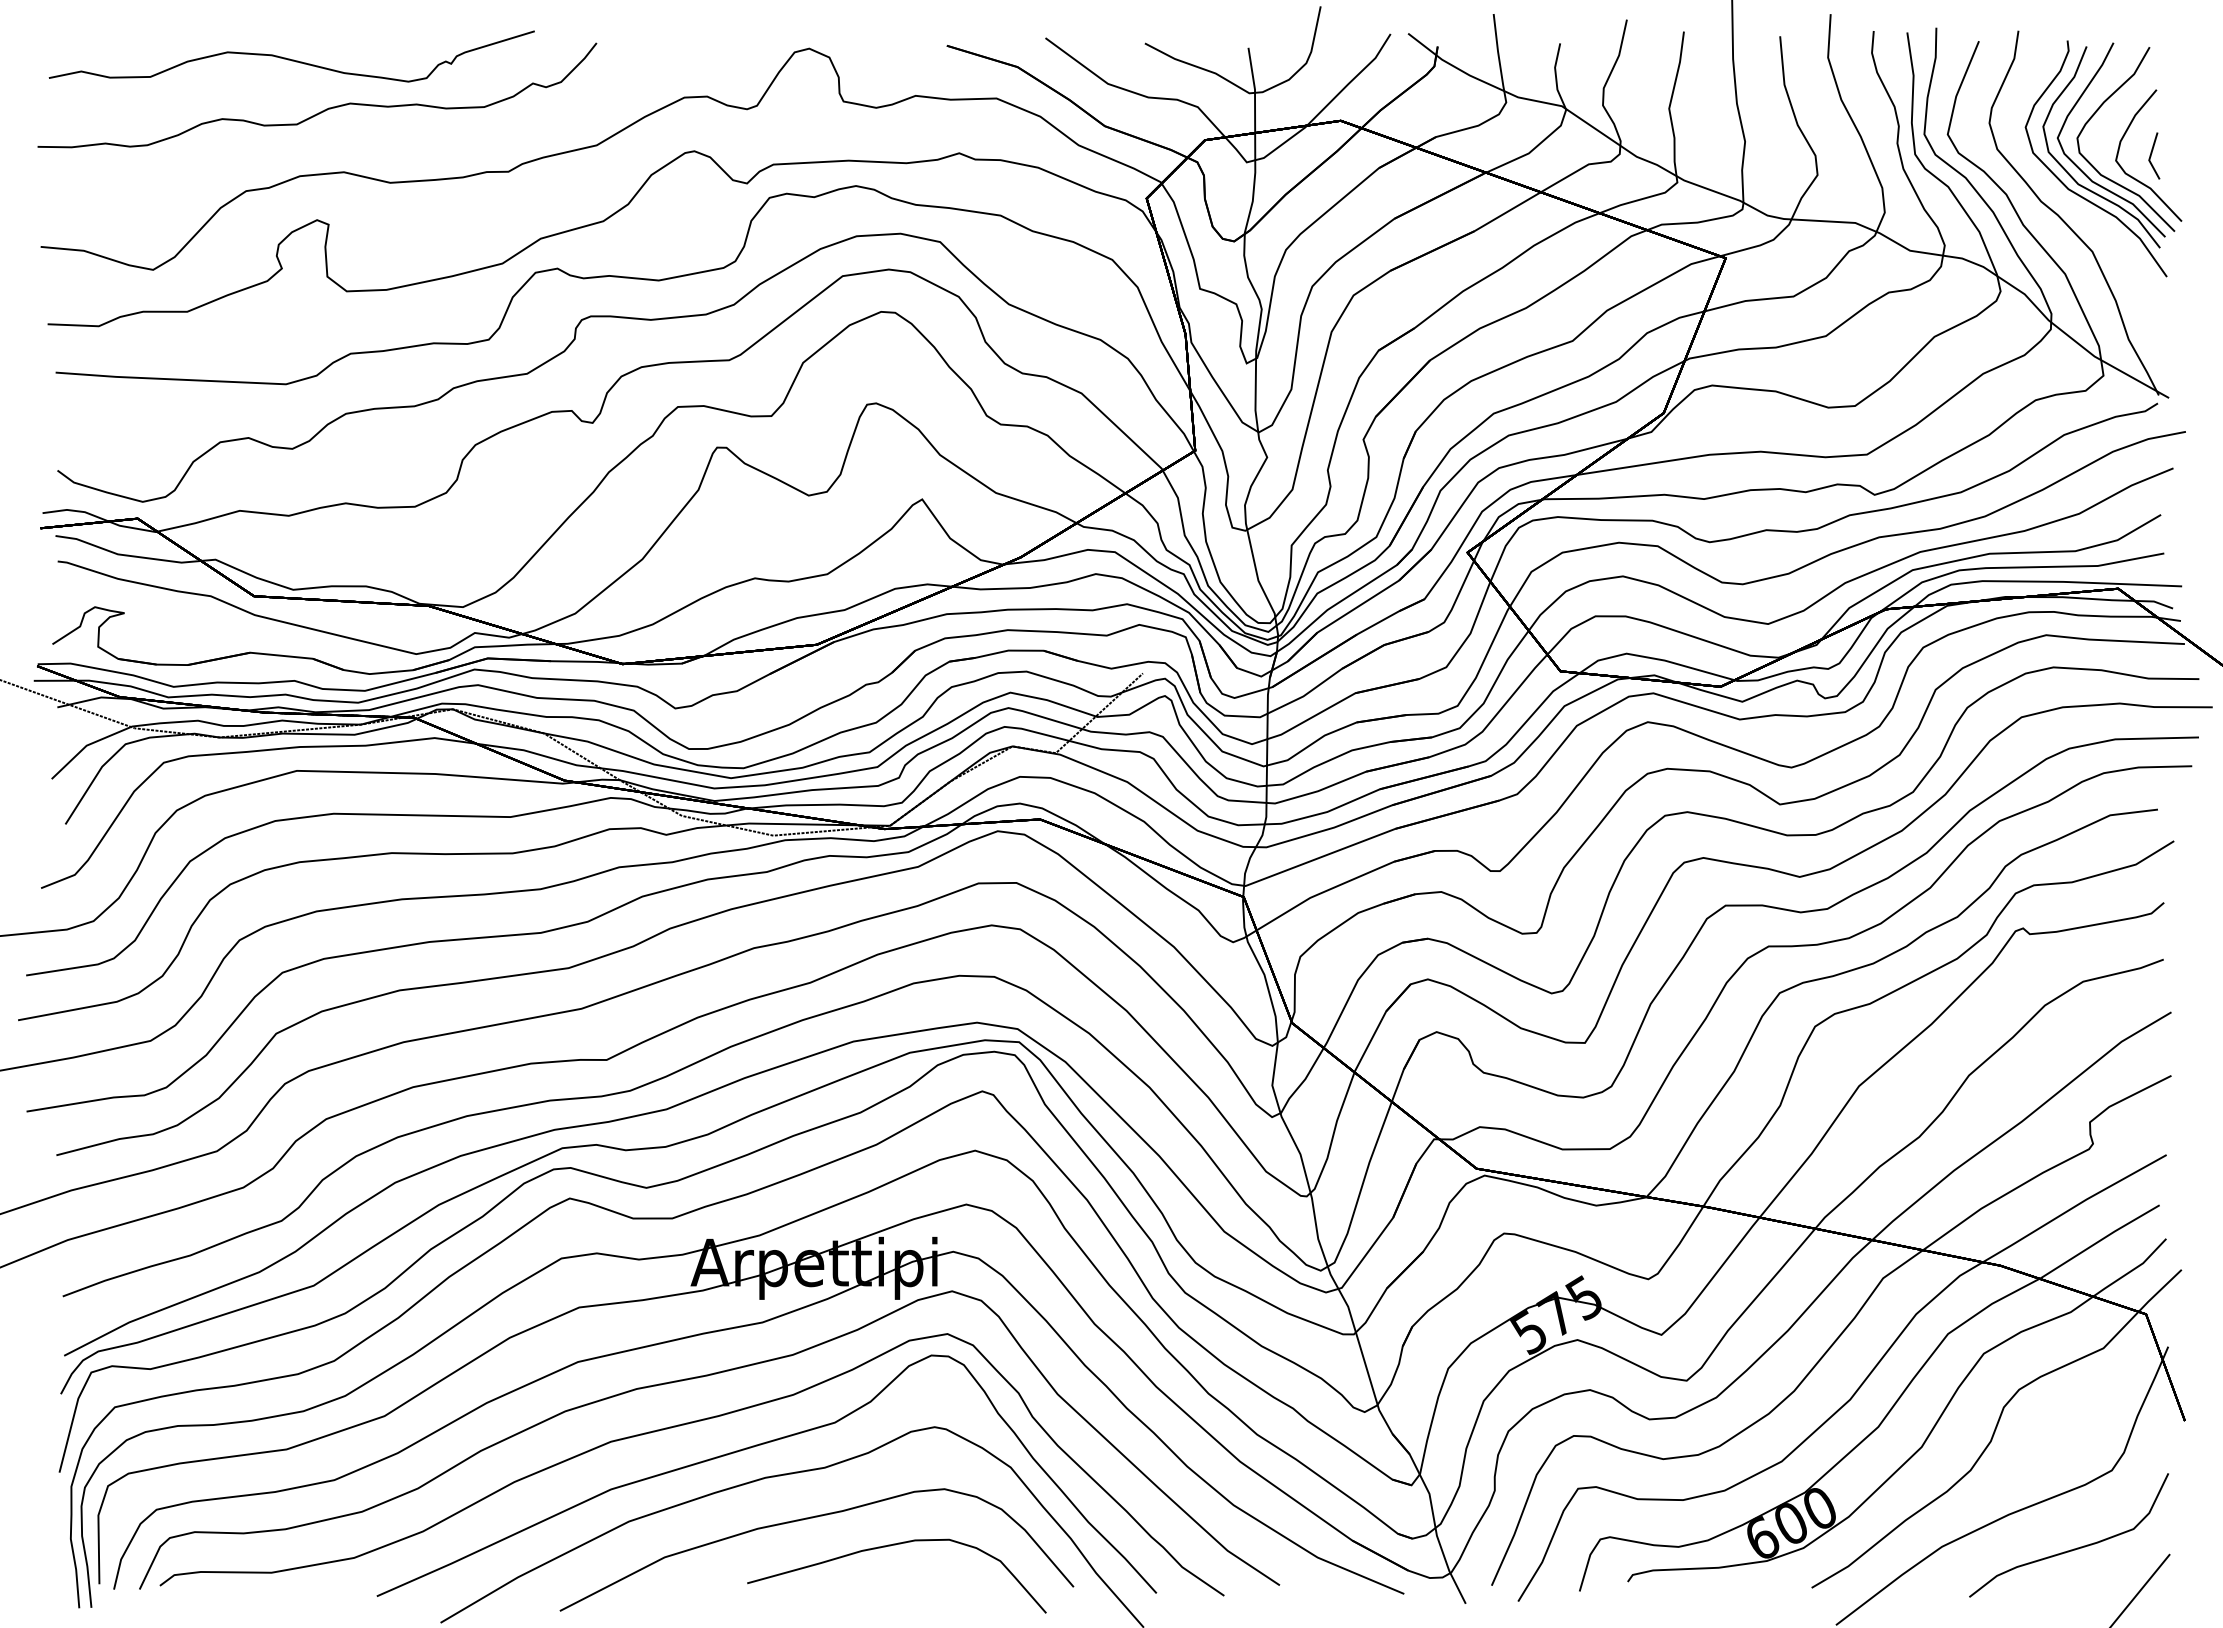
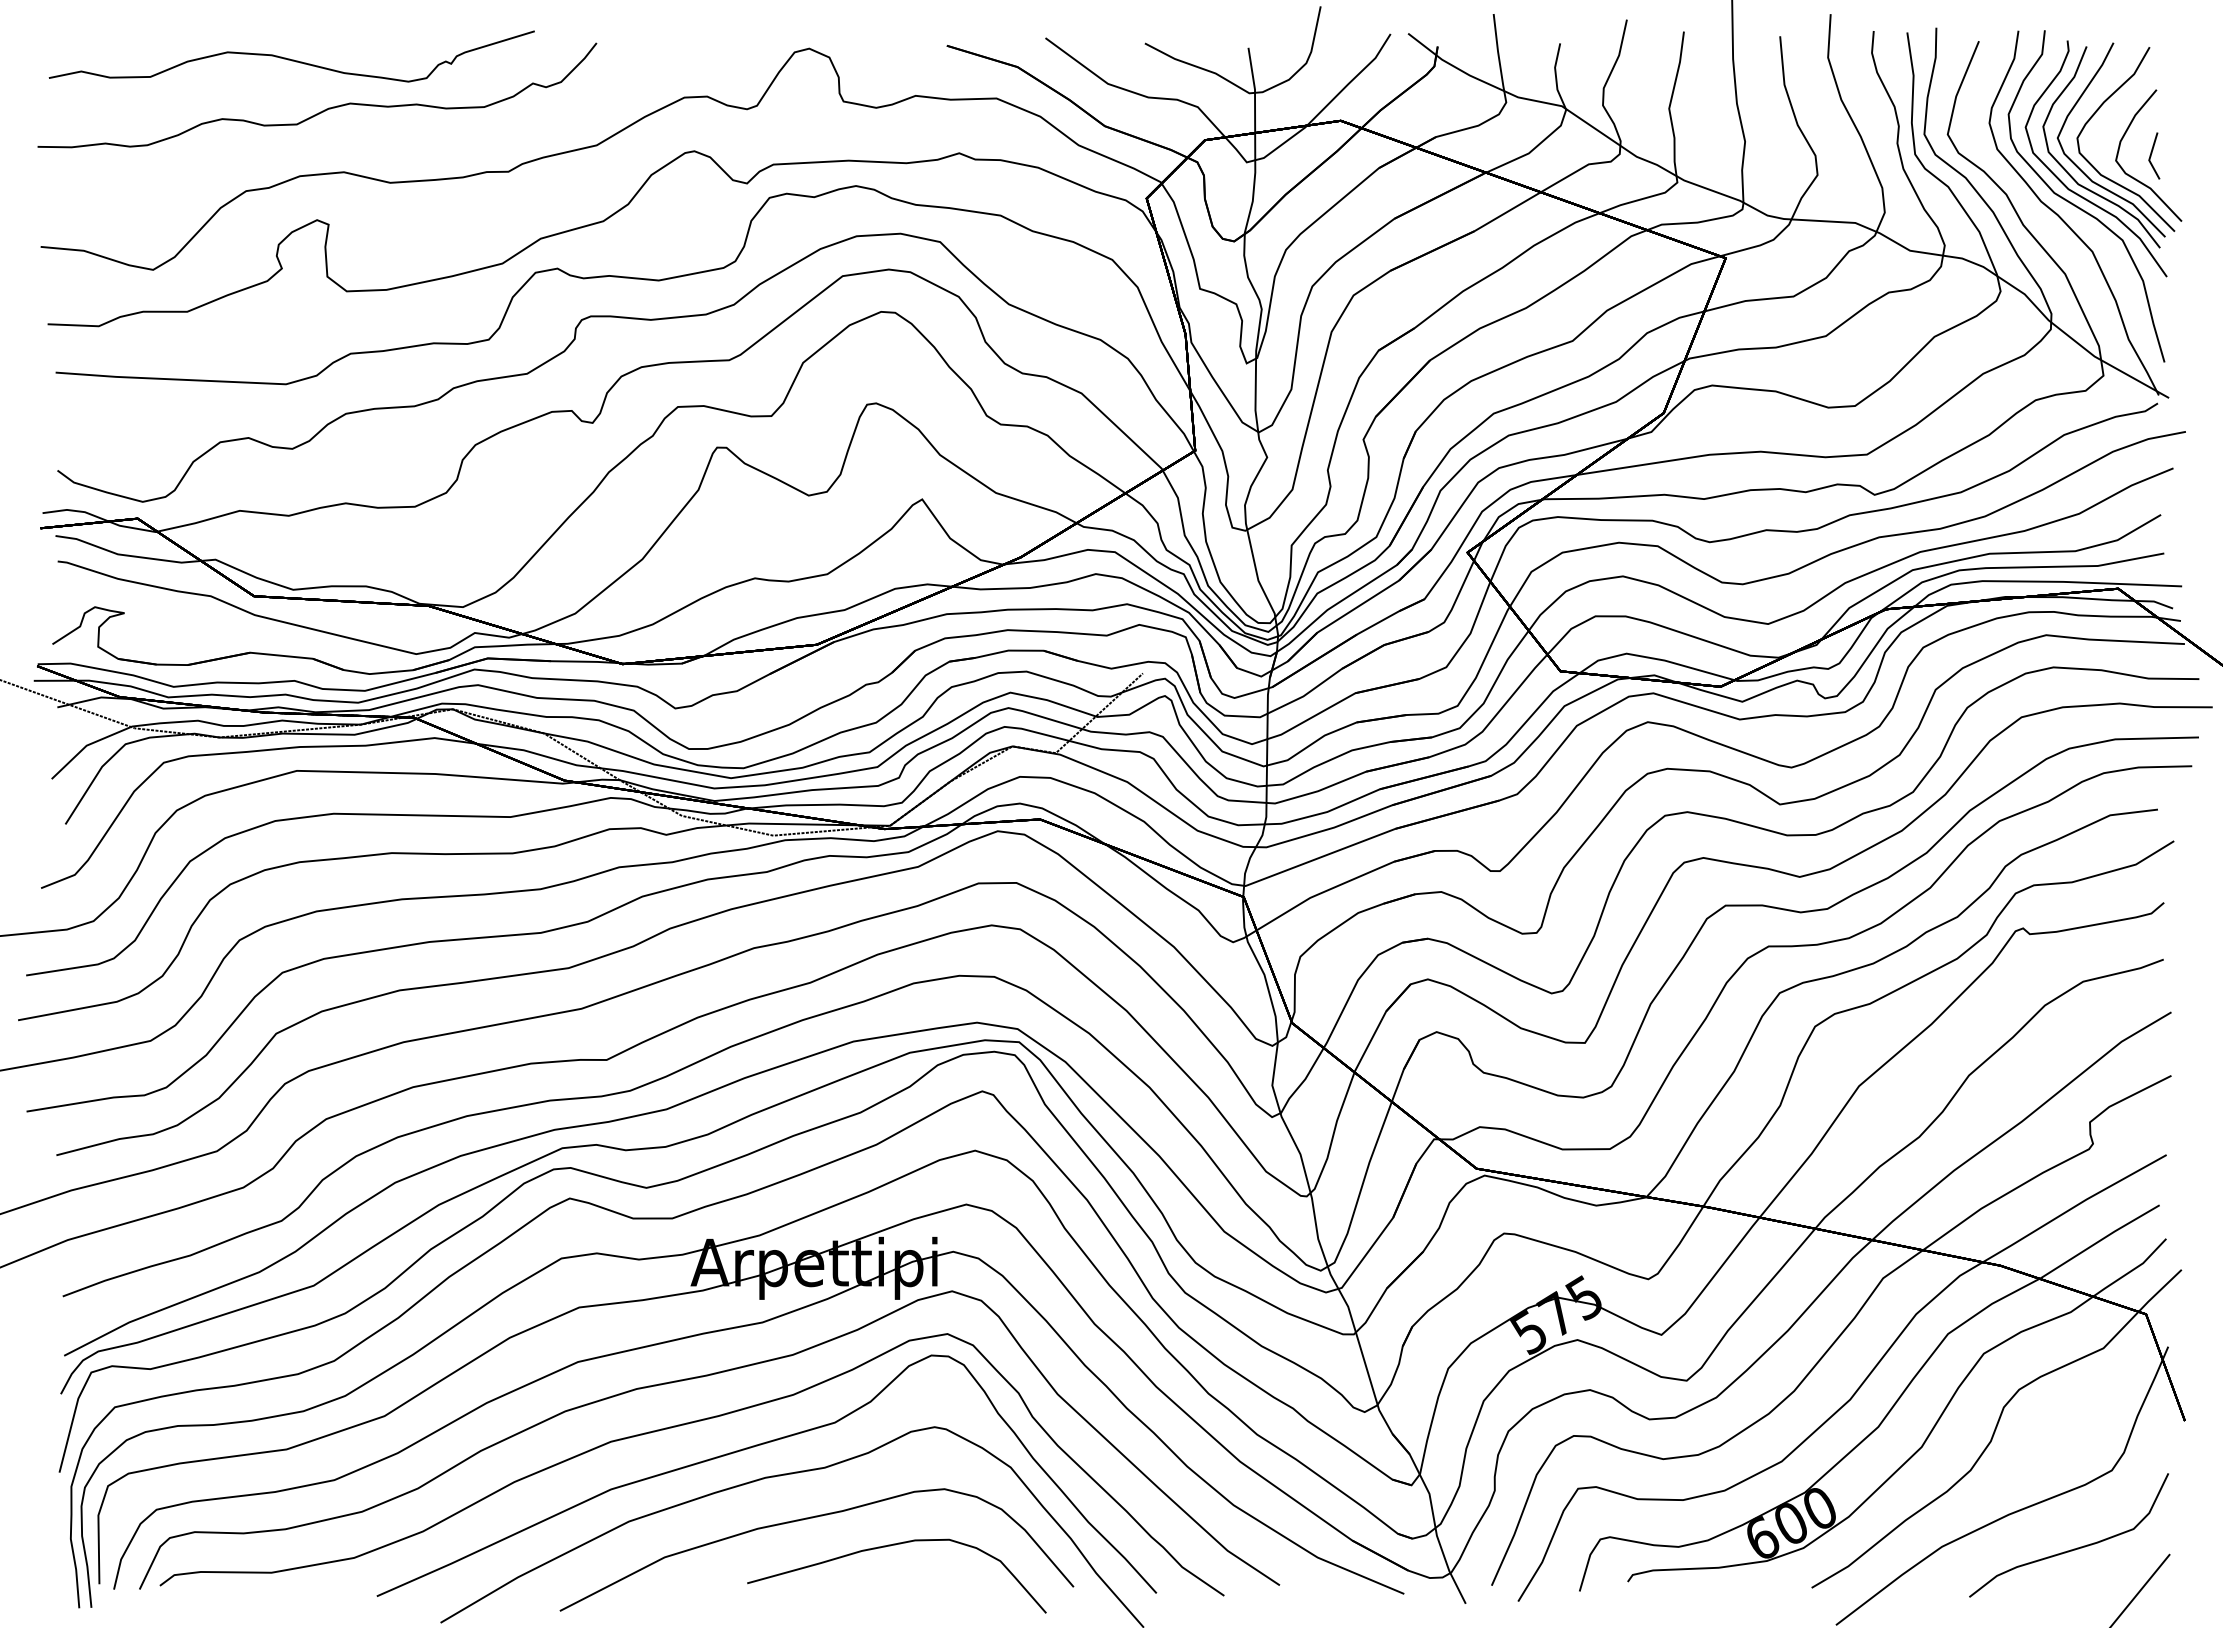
curve at (2080, 207): none -> present
